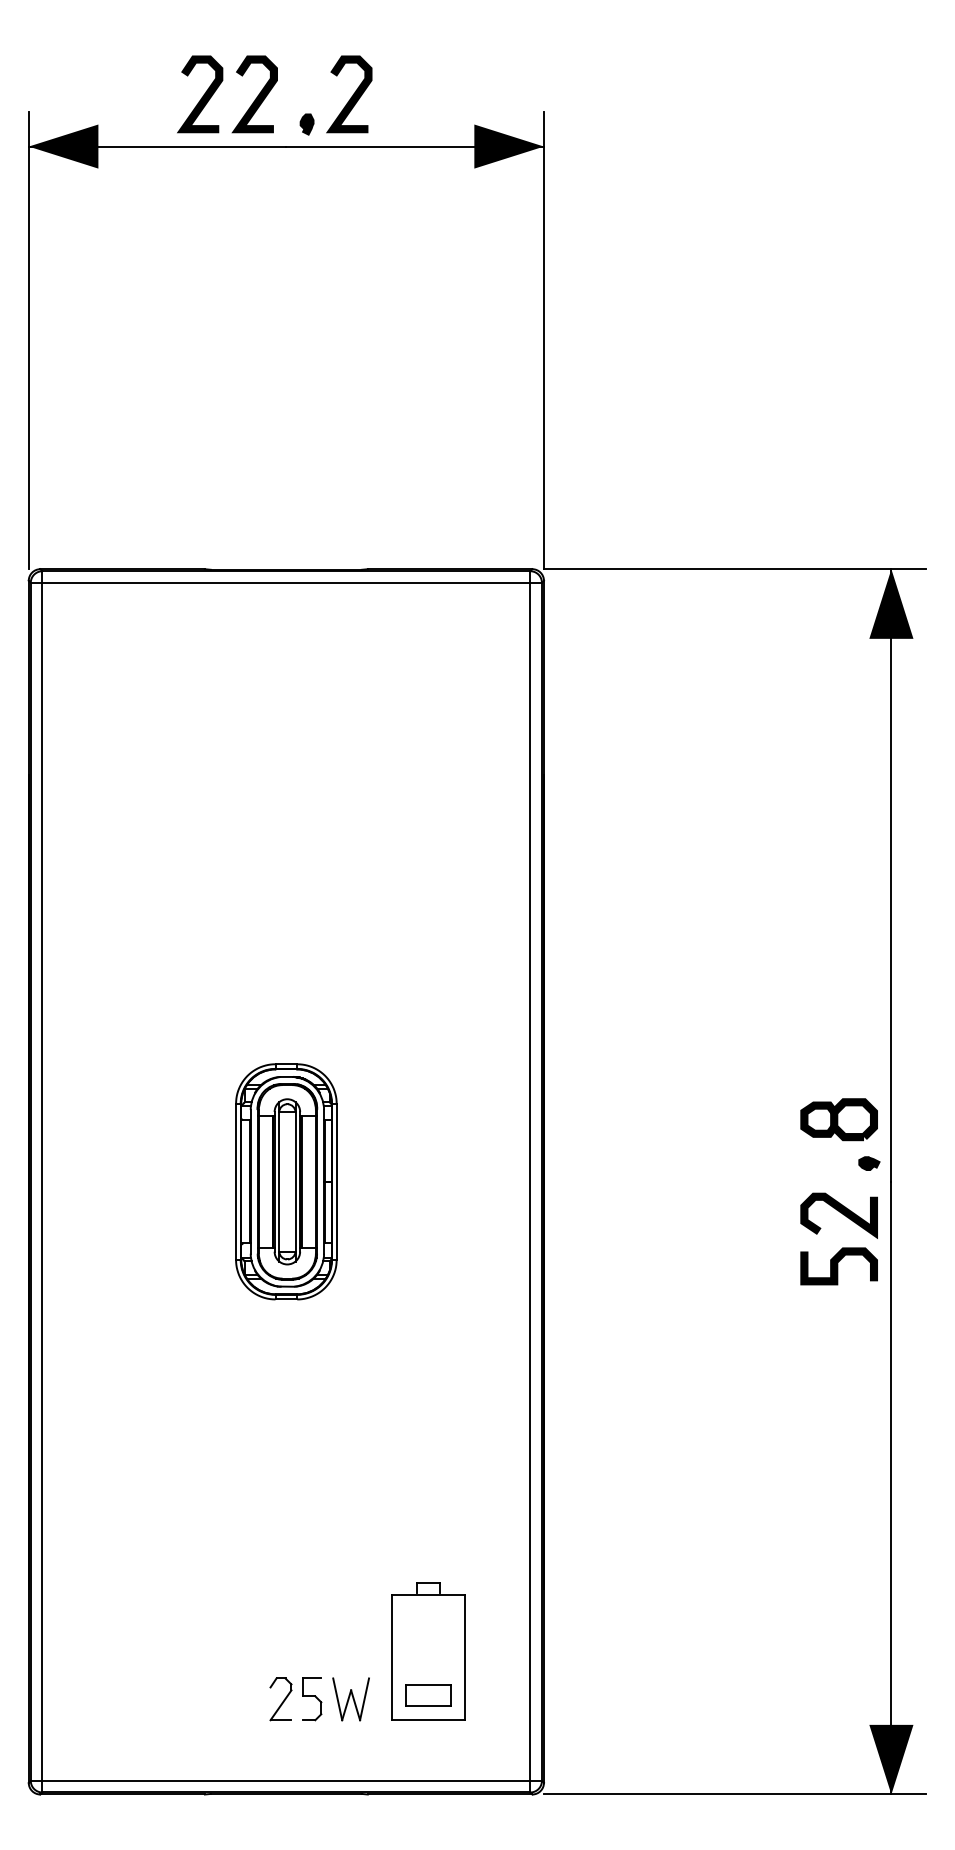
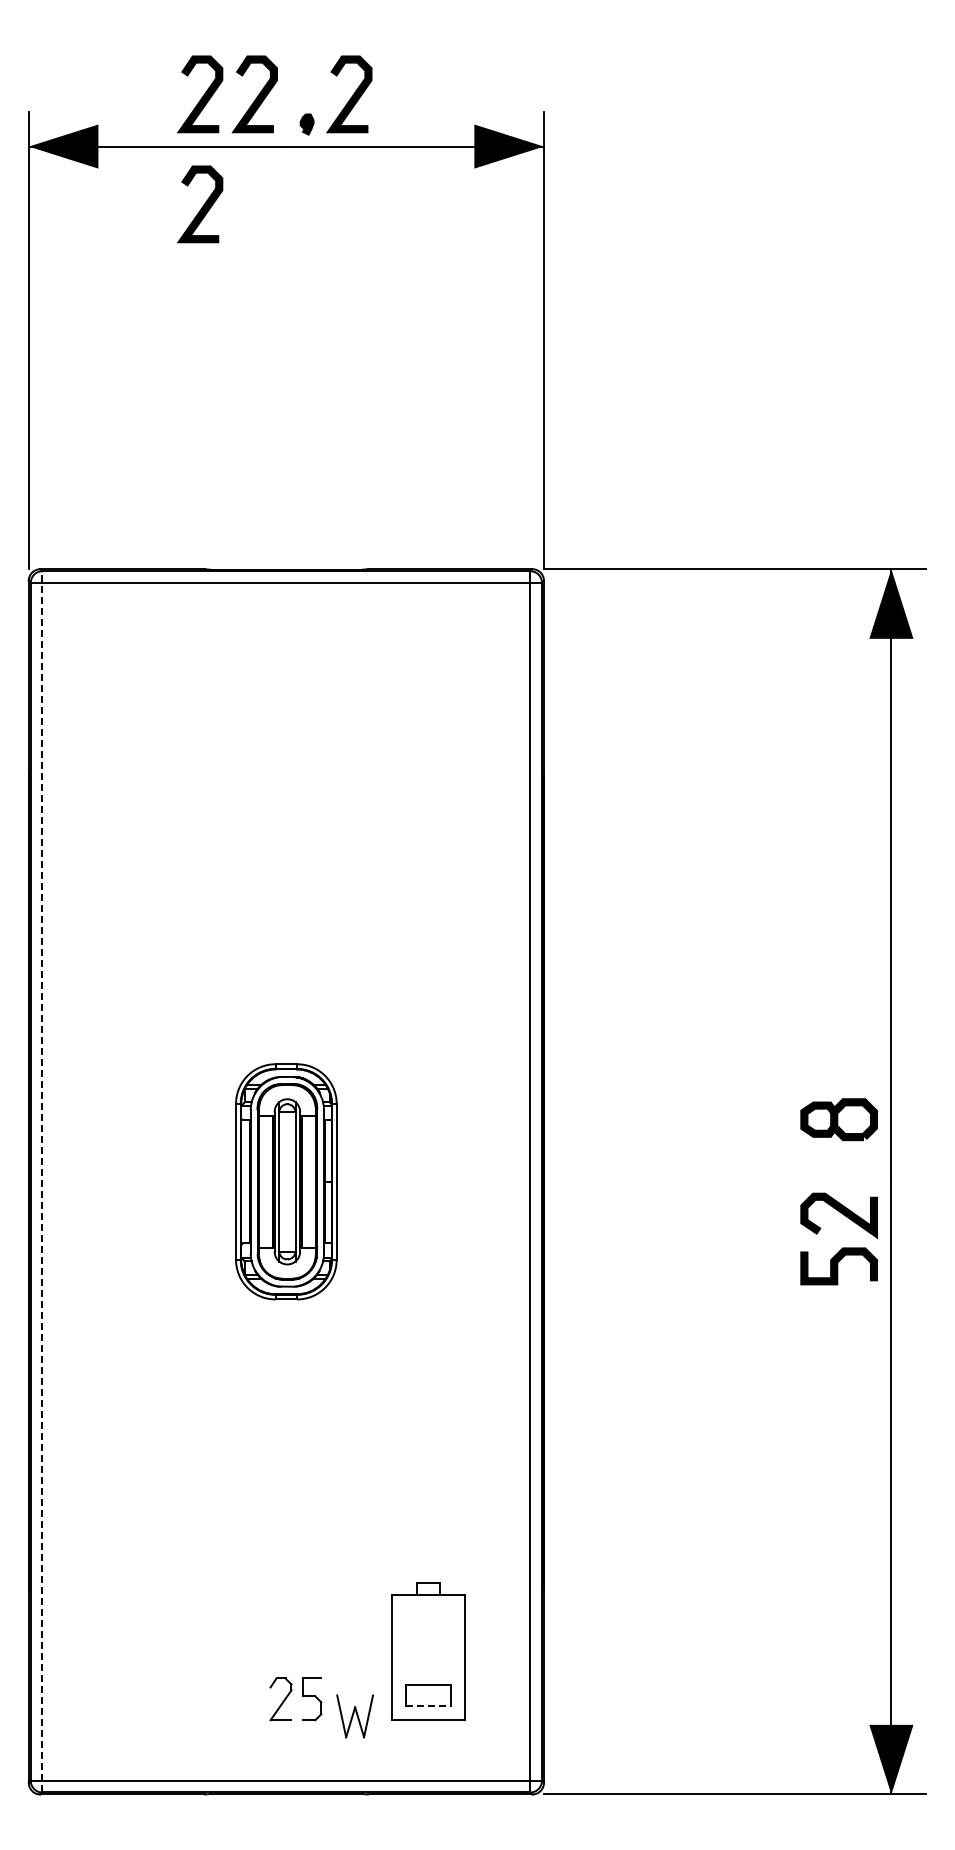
curve at (202, 206): none -> present
part at (869, 1163): present -> none
line at (42, 1181): solid -> dashed
part at (350, 1699) position: (350, 1699) -> (354, 1716)
line at (429, 1705): solid -> dashed
